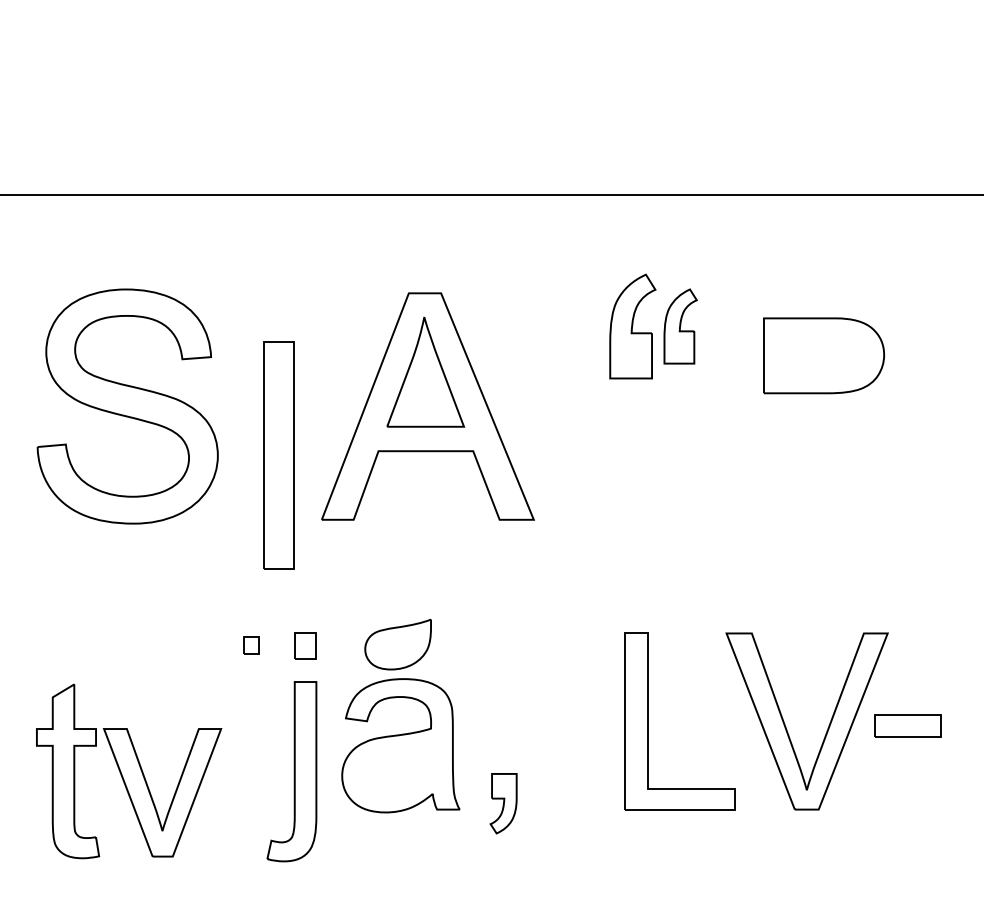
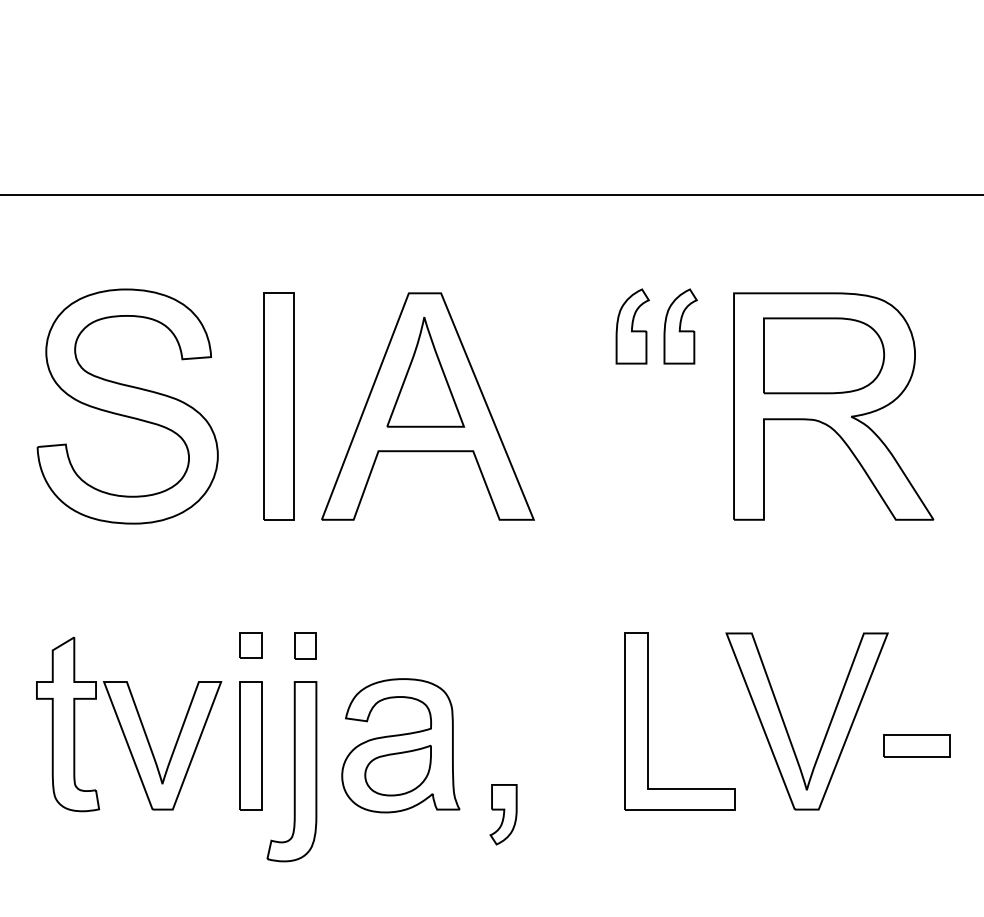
part at (632, 326) size: 48x107 px -> 35x77 px
part at (833, 406): none -> present
part at (278, 455) position: (278, 455) -> (278, 406)
part at (397, 644) position: (397, 644) -> (397, 770)
part at (251, 645) size: 17x19 px -> 24x27 px
part at (907, 725) position: (907, 725) -> (916, 745)
part at (250, 745): none -> present
part at (129, 771) position: (129, 771) -> (129, 724)
part at (503, 803) position: (503, 803) -> (503, 814)
